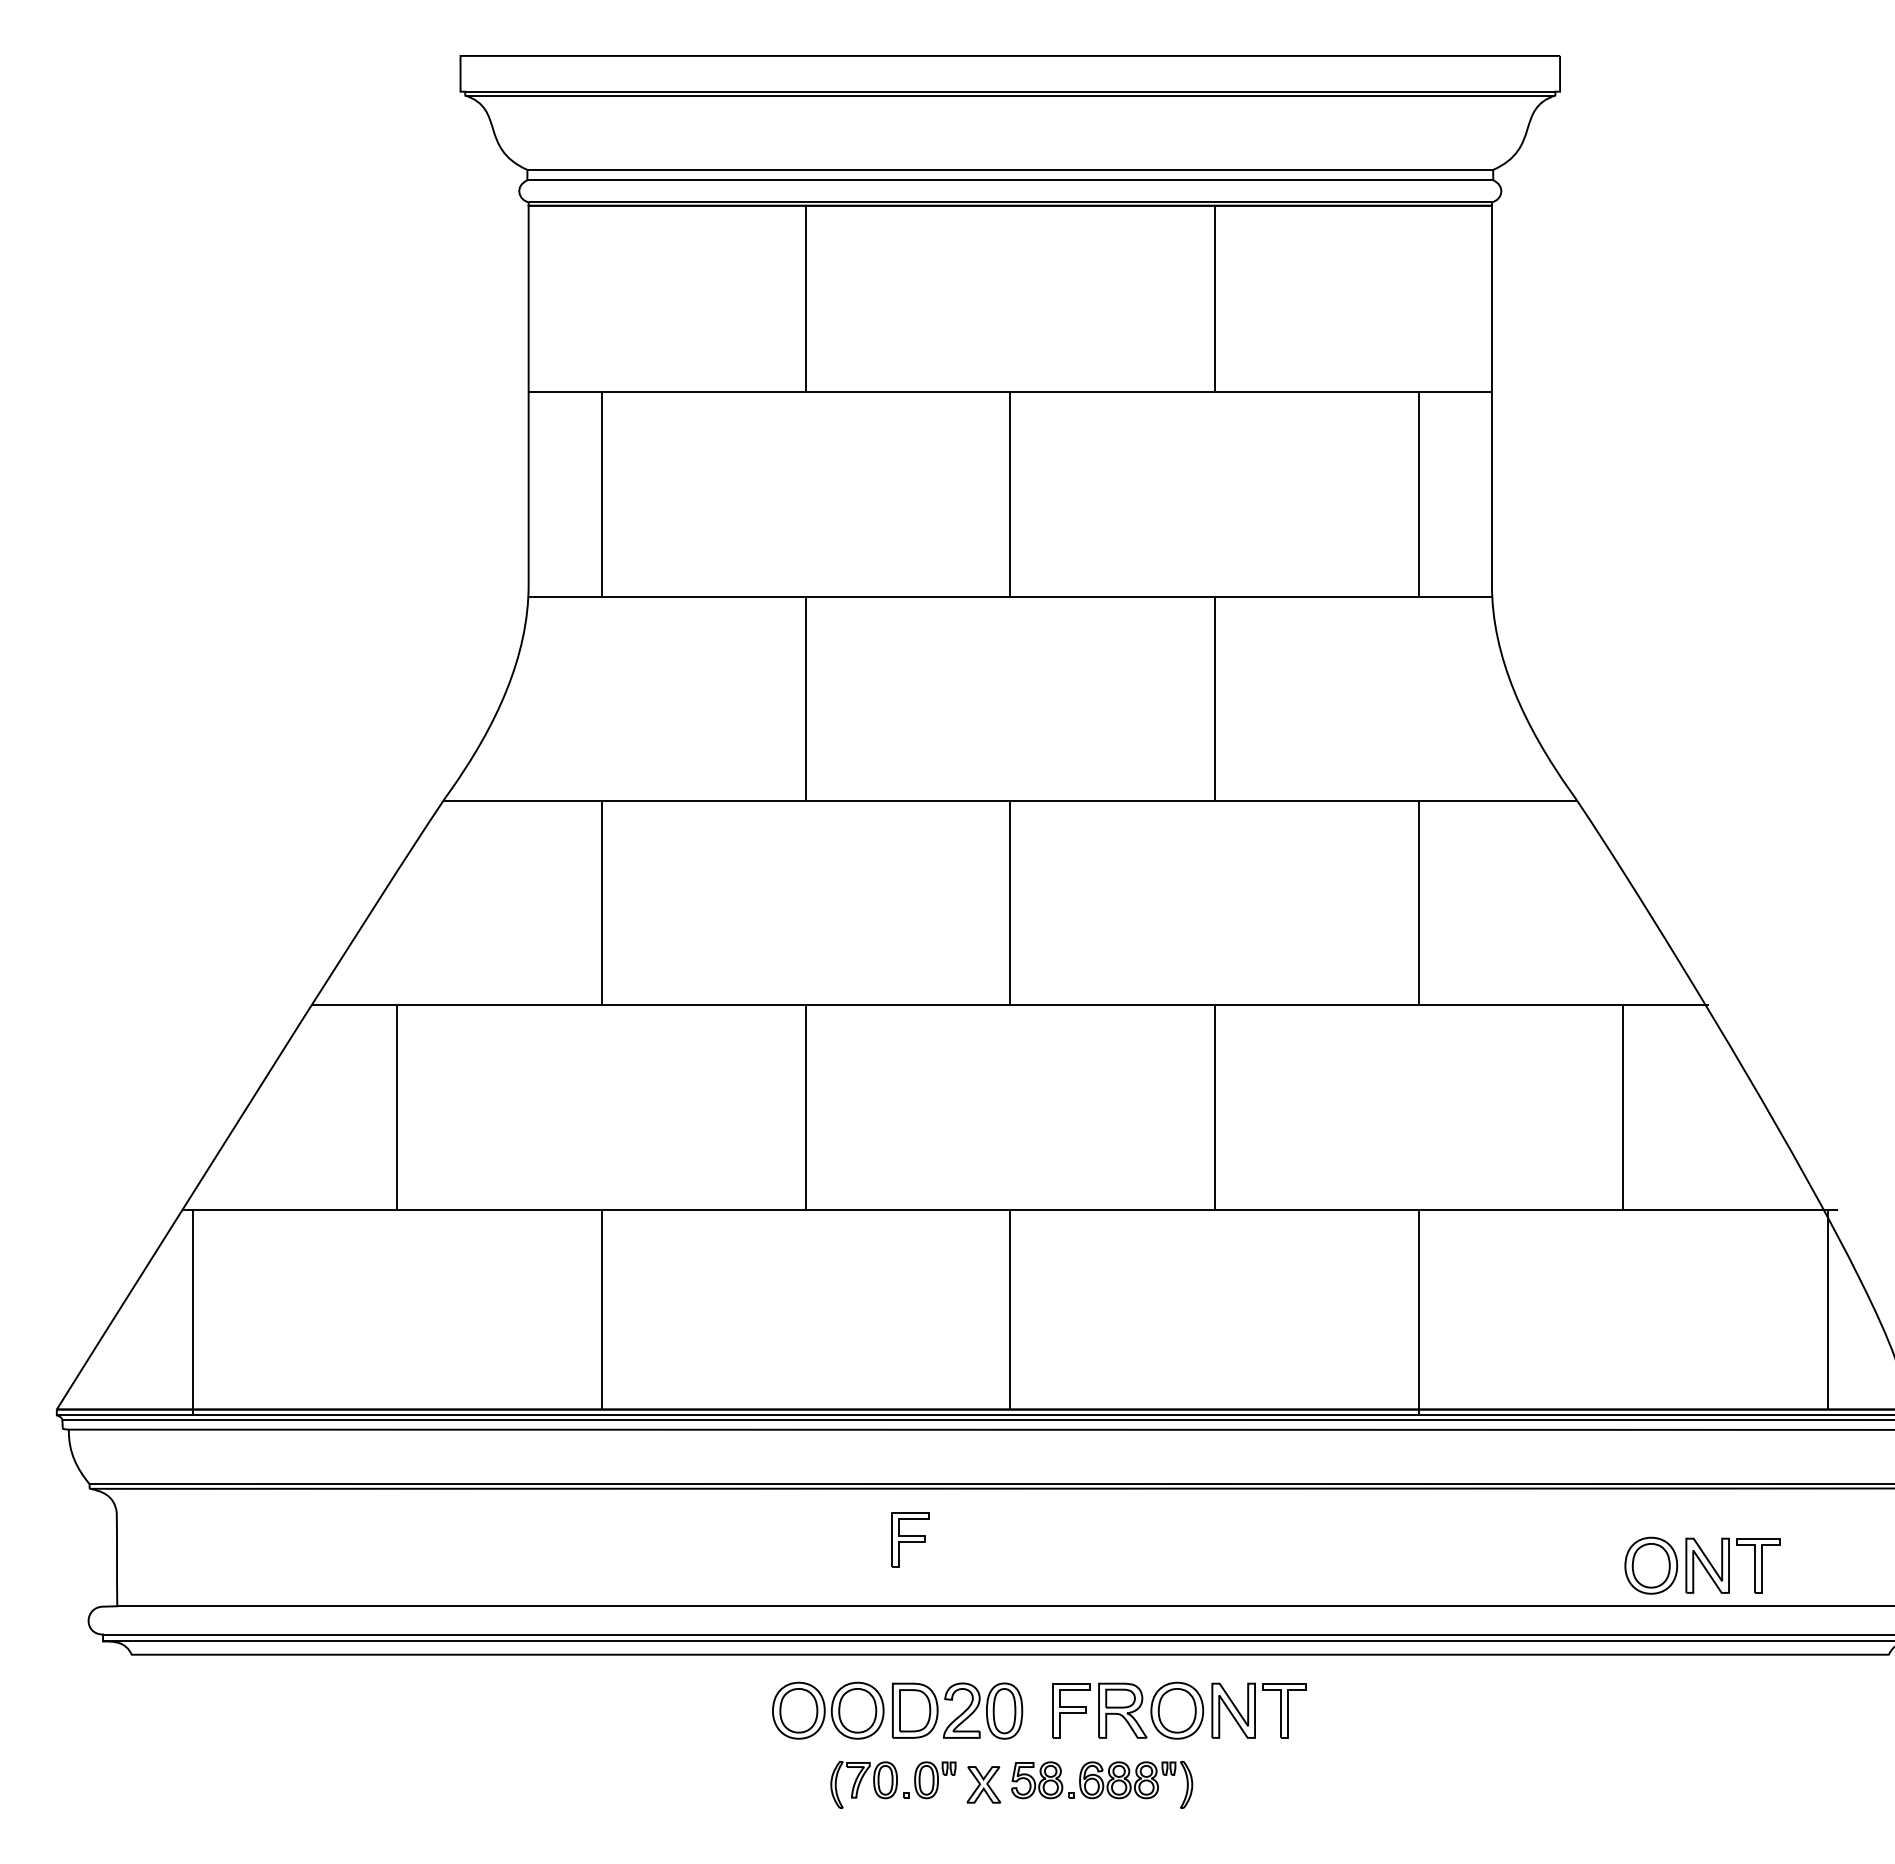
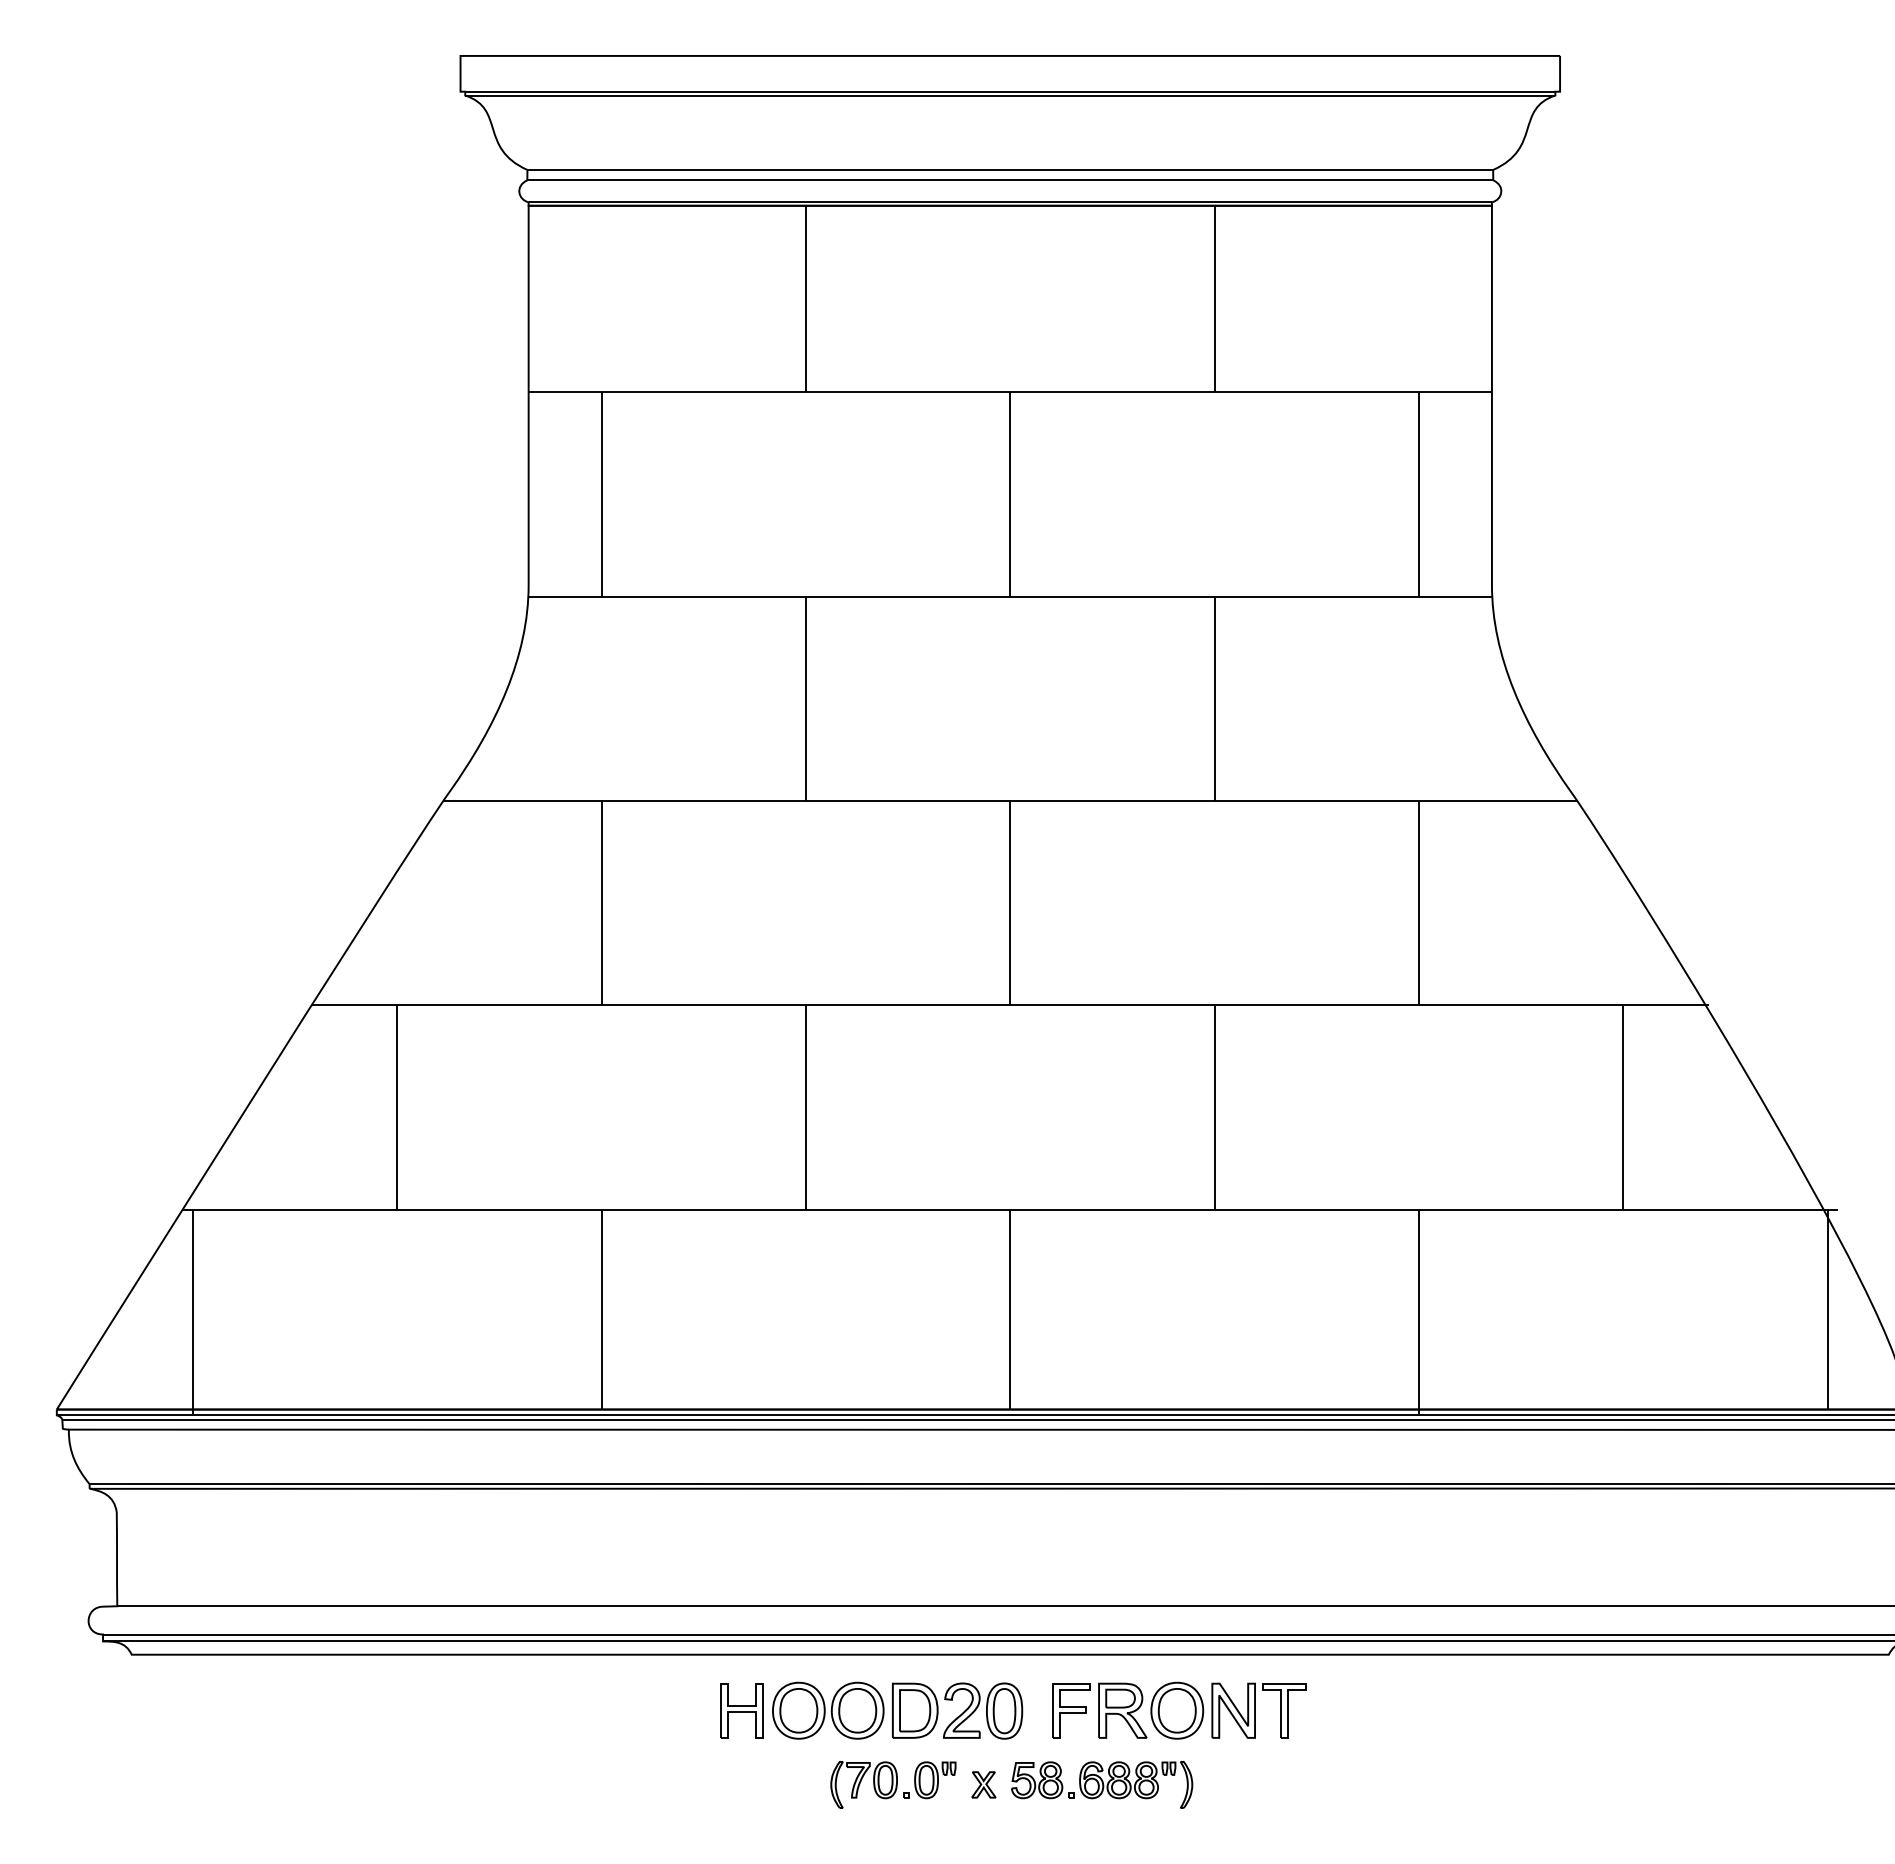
part at (910, 1539): present -> none
part at (1702, 1565): present -> none
part at (741, 1710): none -> present
part at (983, 1784) size: 36x38 px -> 26x28 px
